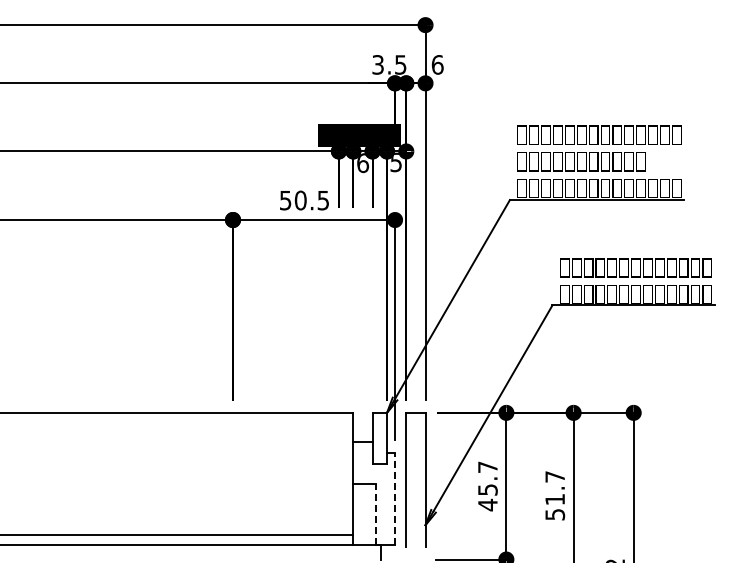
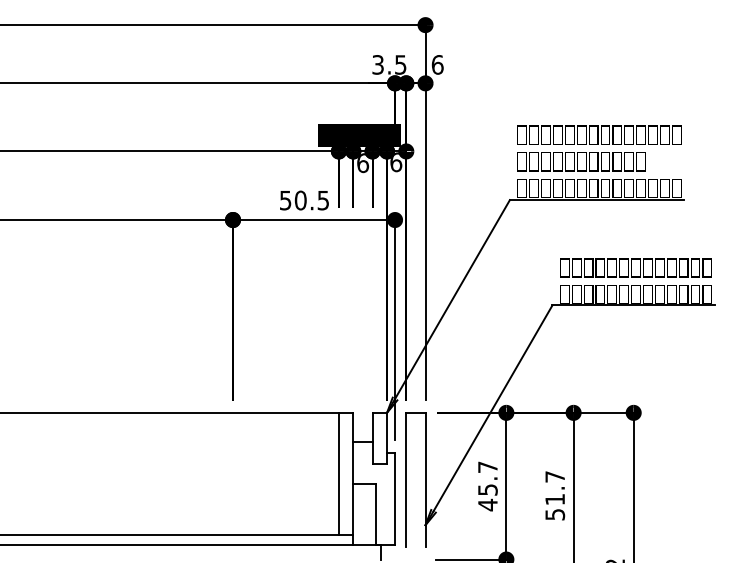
text at (396, 162): 5 -> 6
line at (338, 473): none -> present
line at (395, 498): dashed -> solid
line at (375, 514): dashed -> solid
